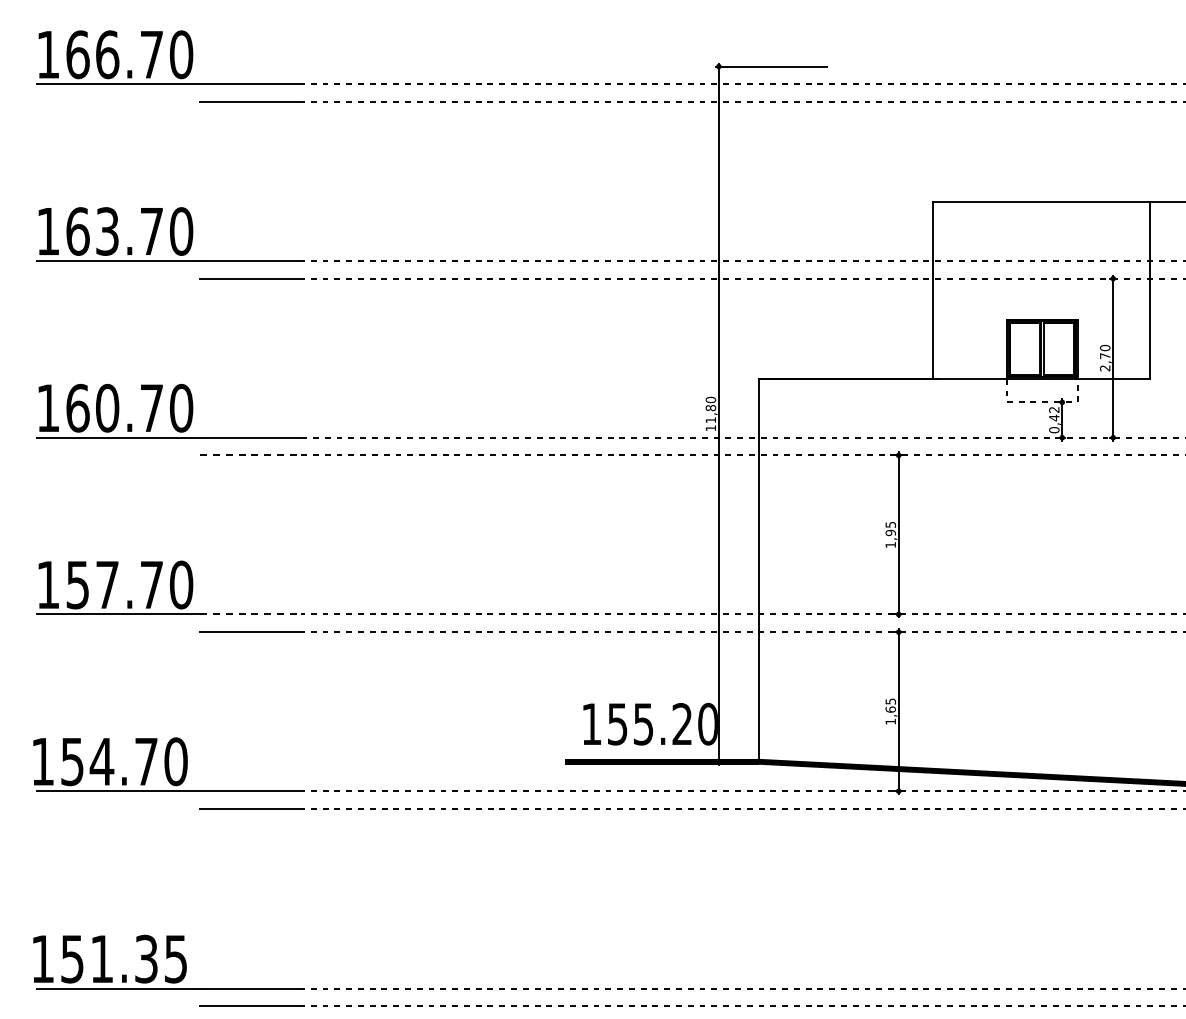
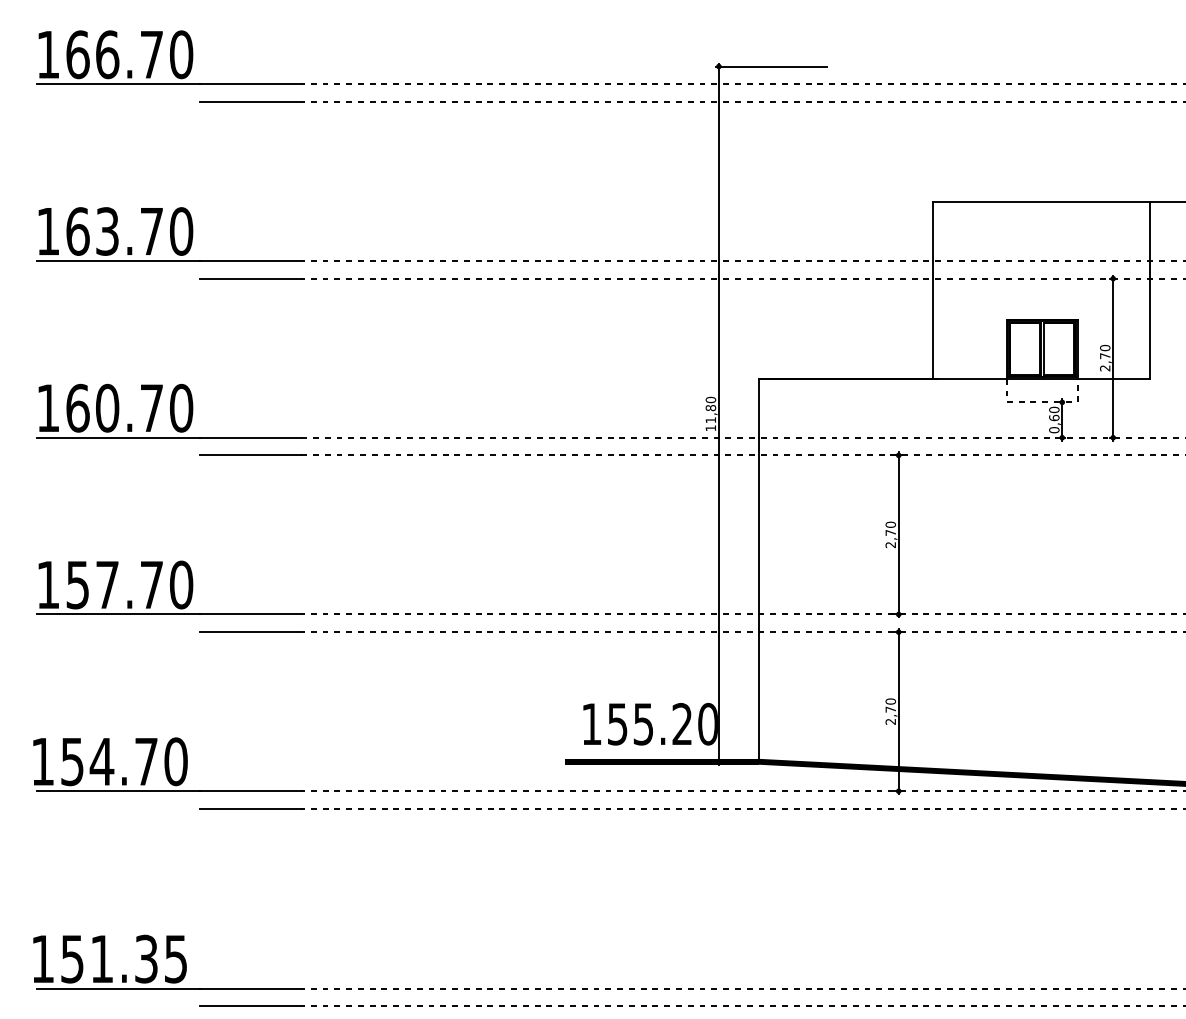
text at (1054, 413): 0,42 -> 0,60
line at (250, 455): dashed -> solid
text at (890, 534): 1,95 -> 2,70
line at (250, 614): dashed -> solid
text at (890, 711): 1,65 -> 2,70
